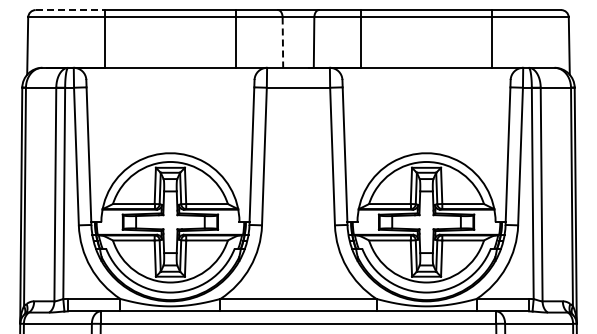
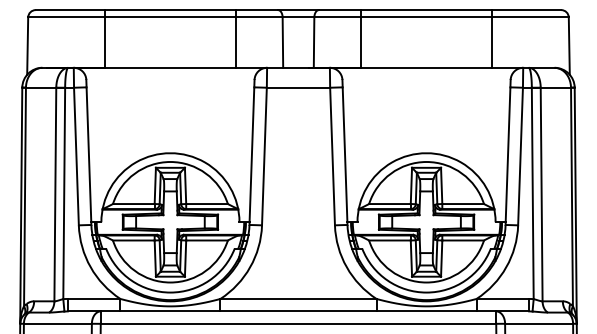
line at (70, 10): dashed -> solid
line at (282, 43): dashed -> solid
